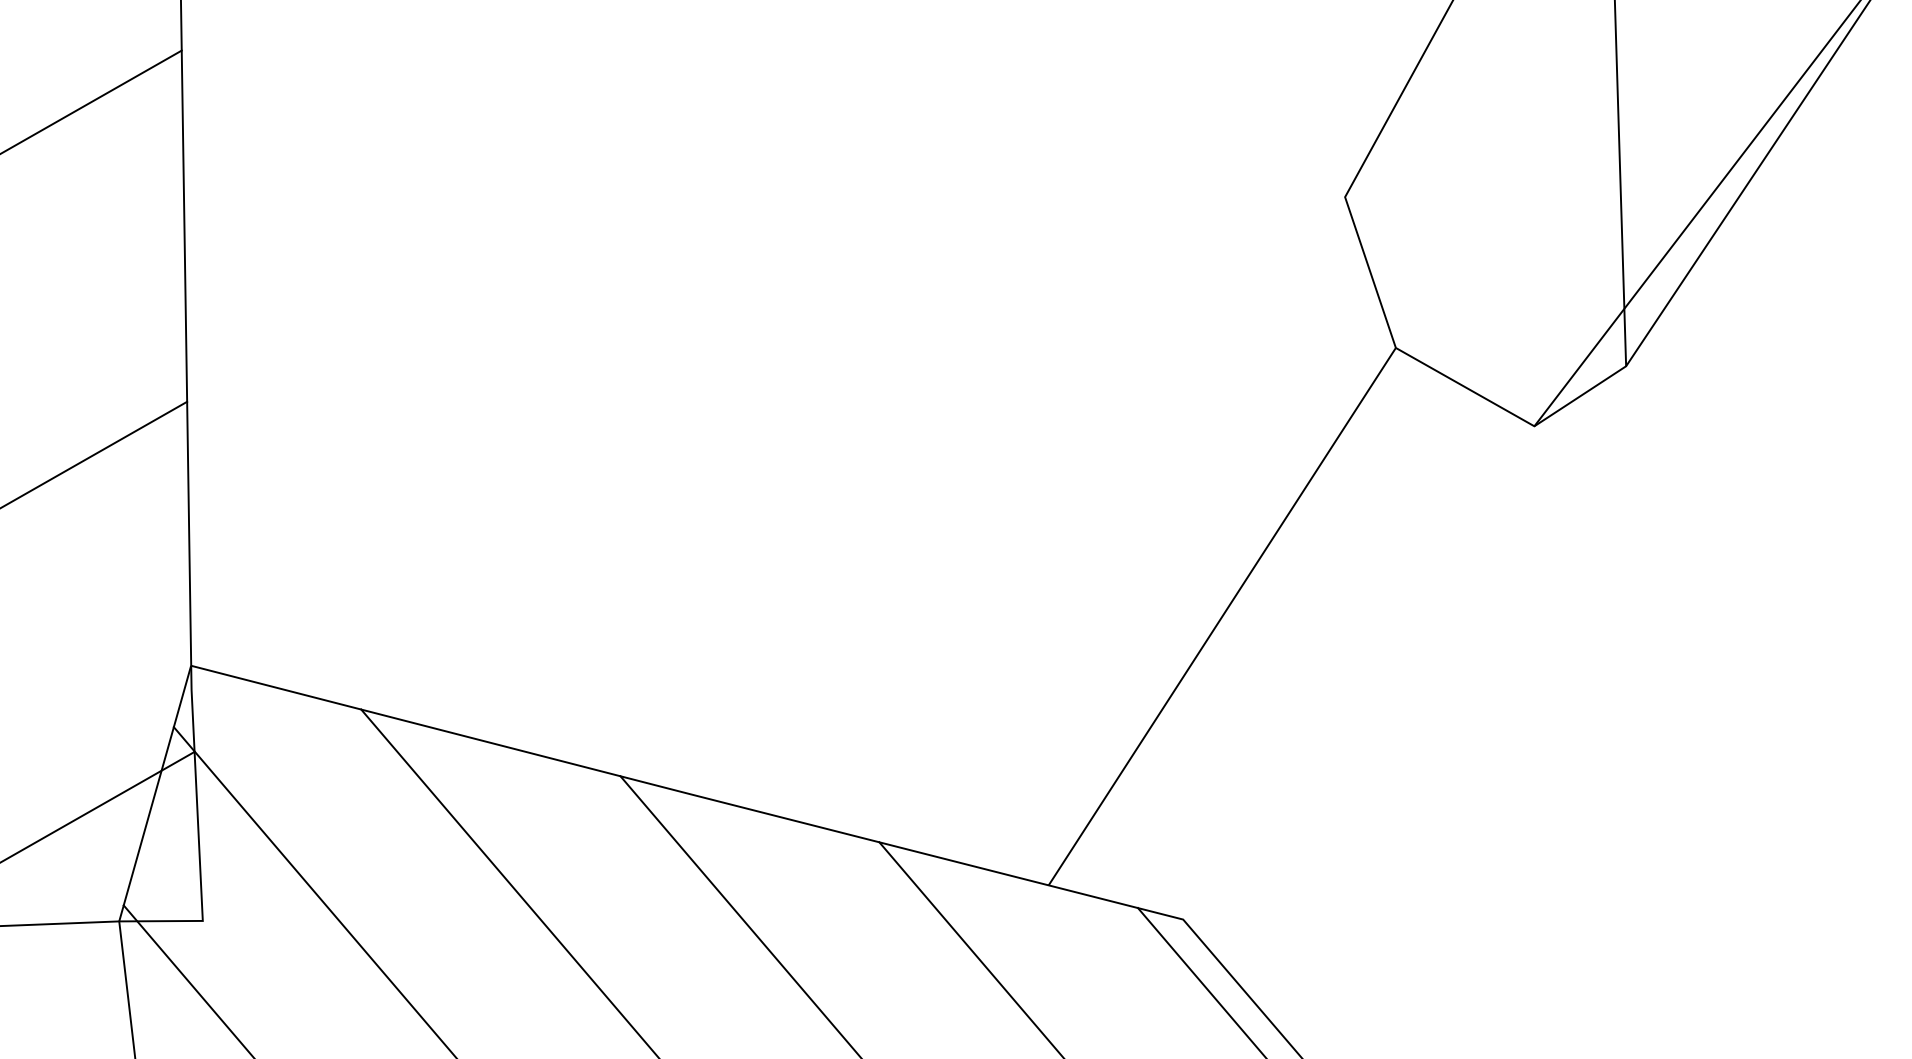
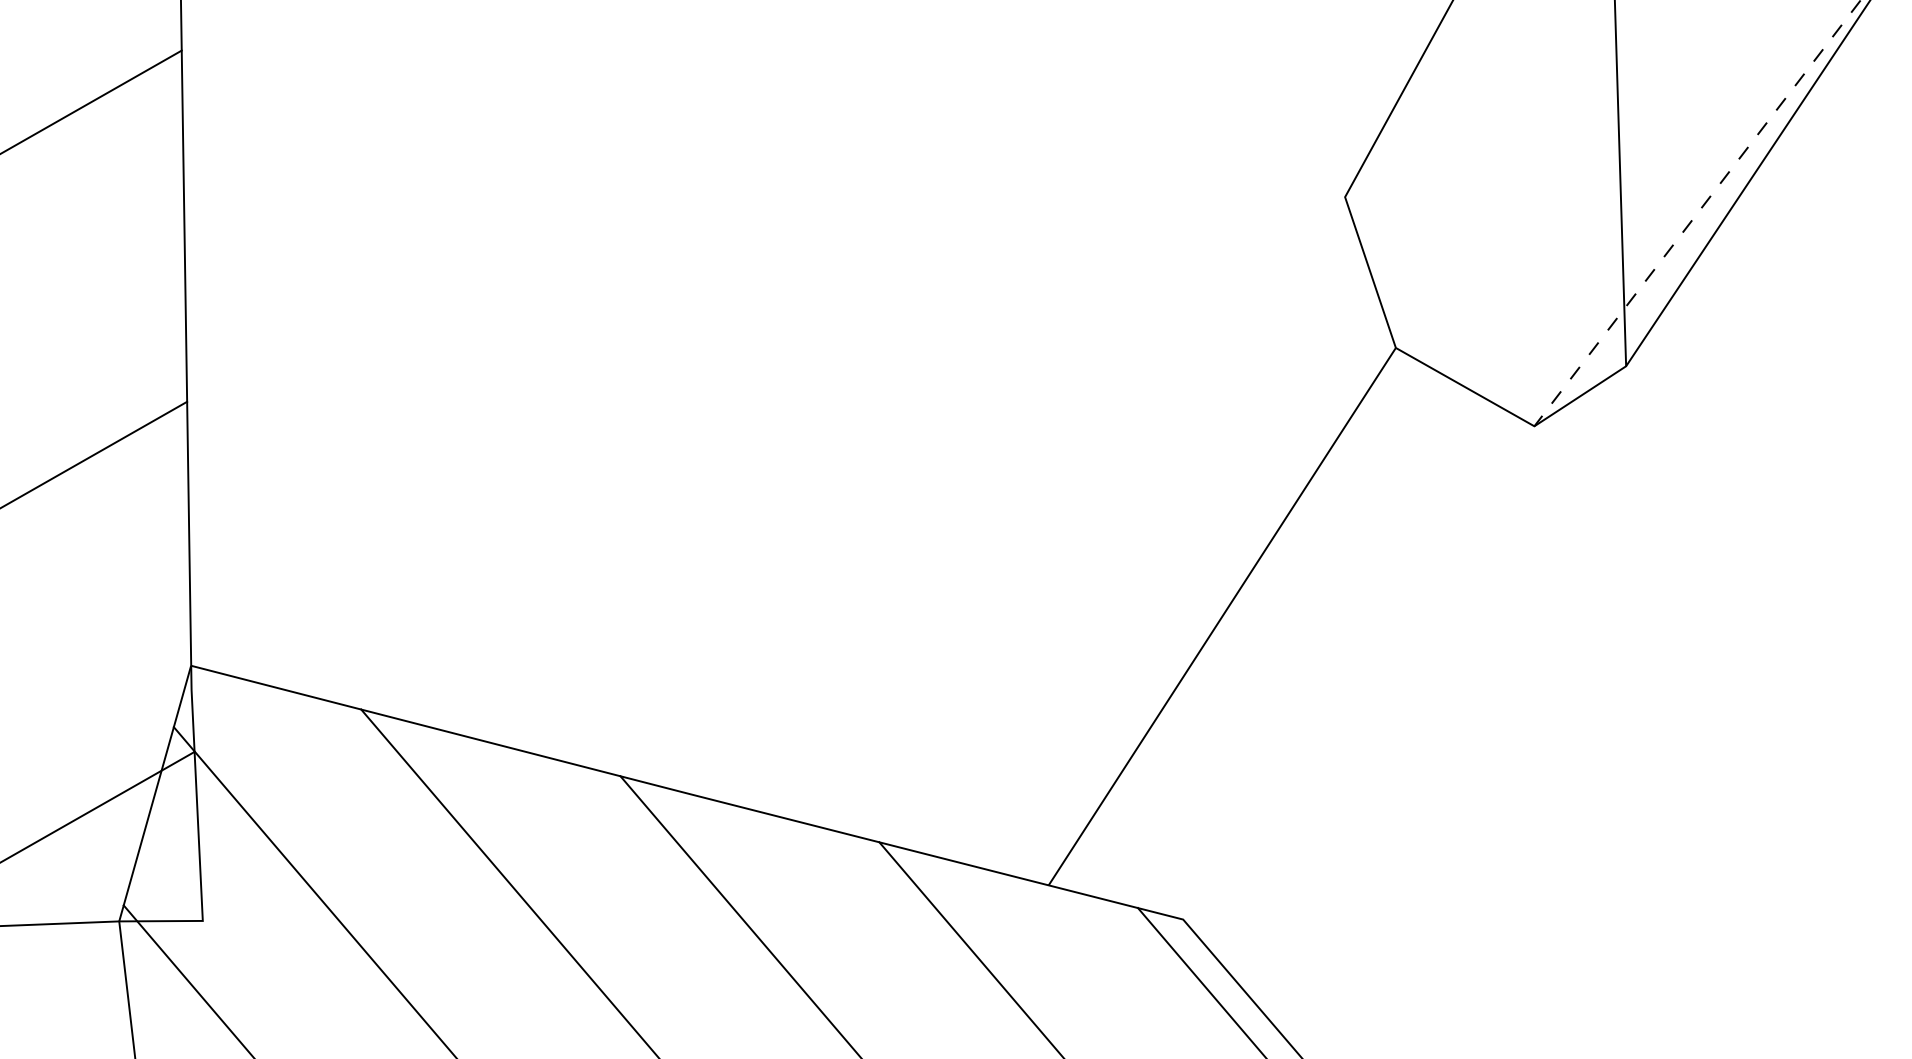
line at (1697, 213): solid -> dashed
